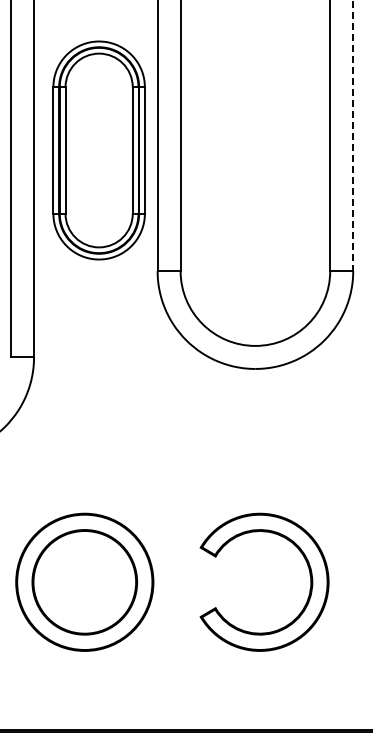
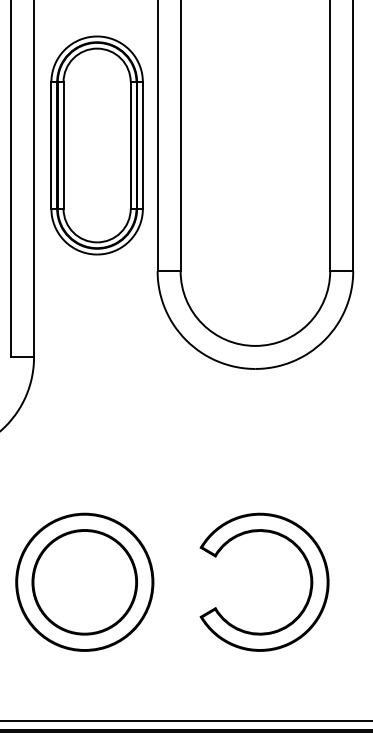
line at (353, 136): dashed -> solid
part at (98, 150) position: (98, 150) -> (96, 145)
line at (185, 721): none -> present
